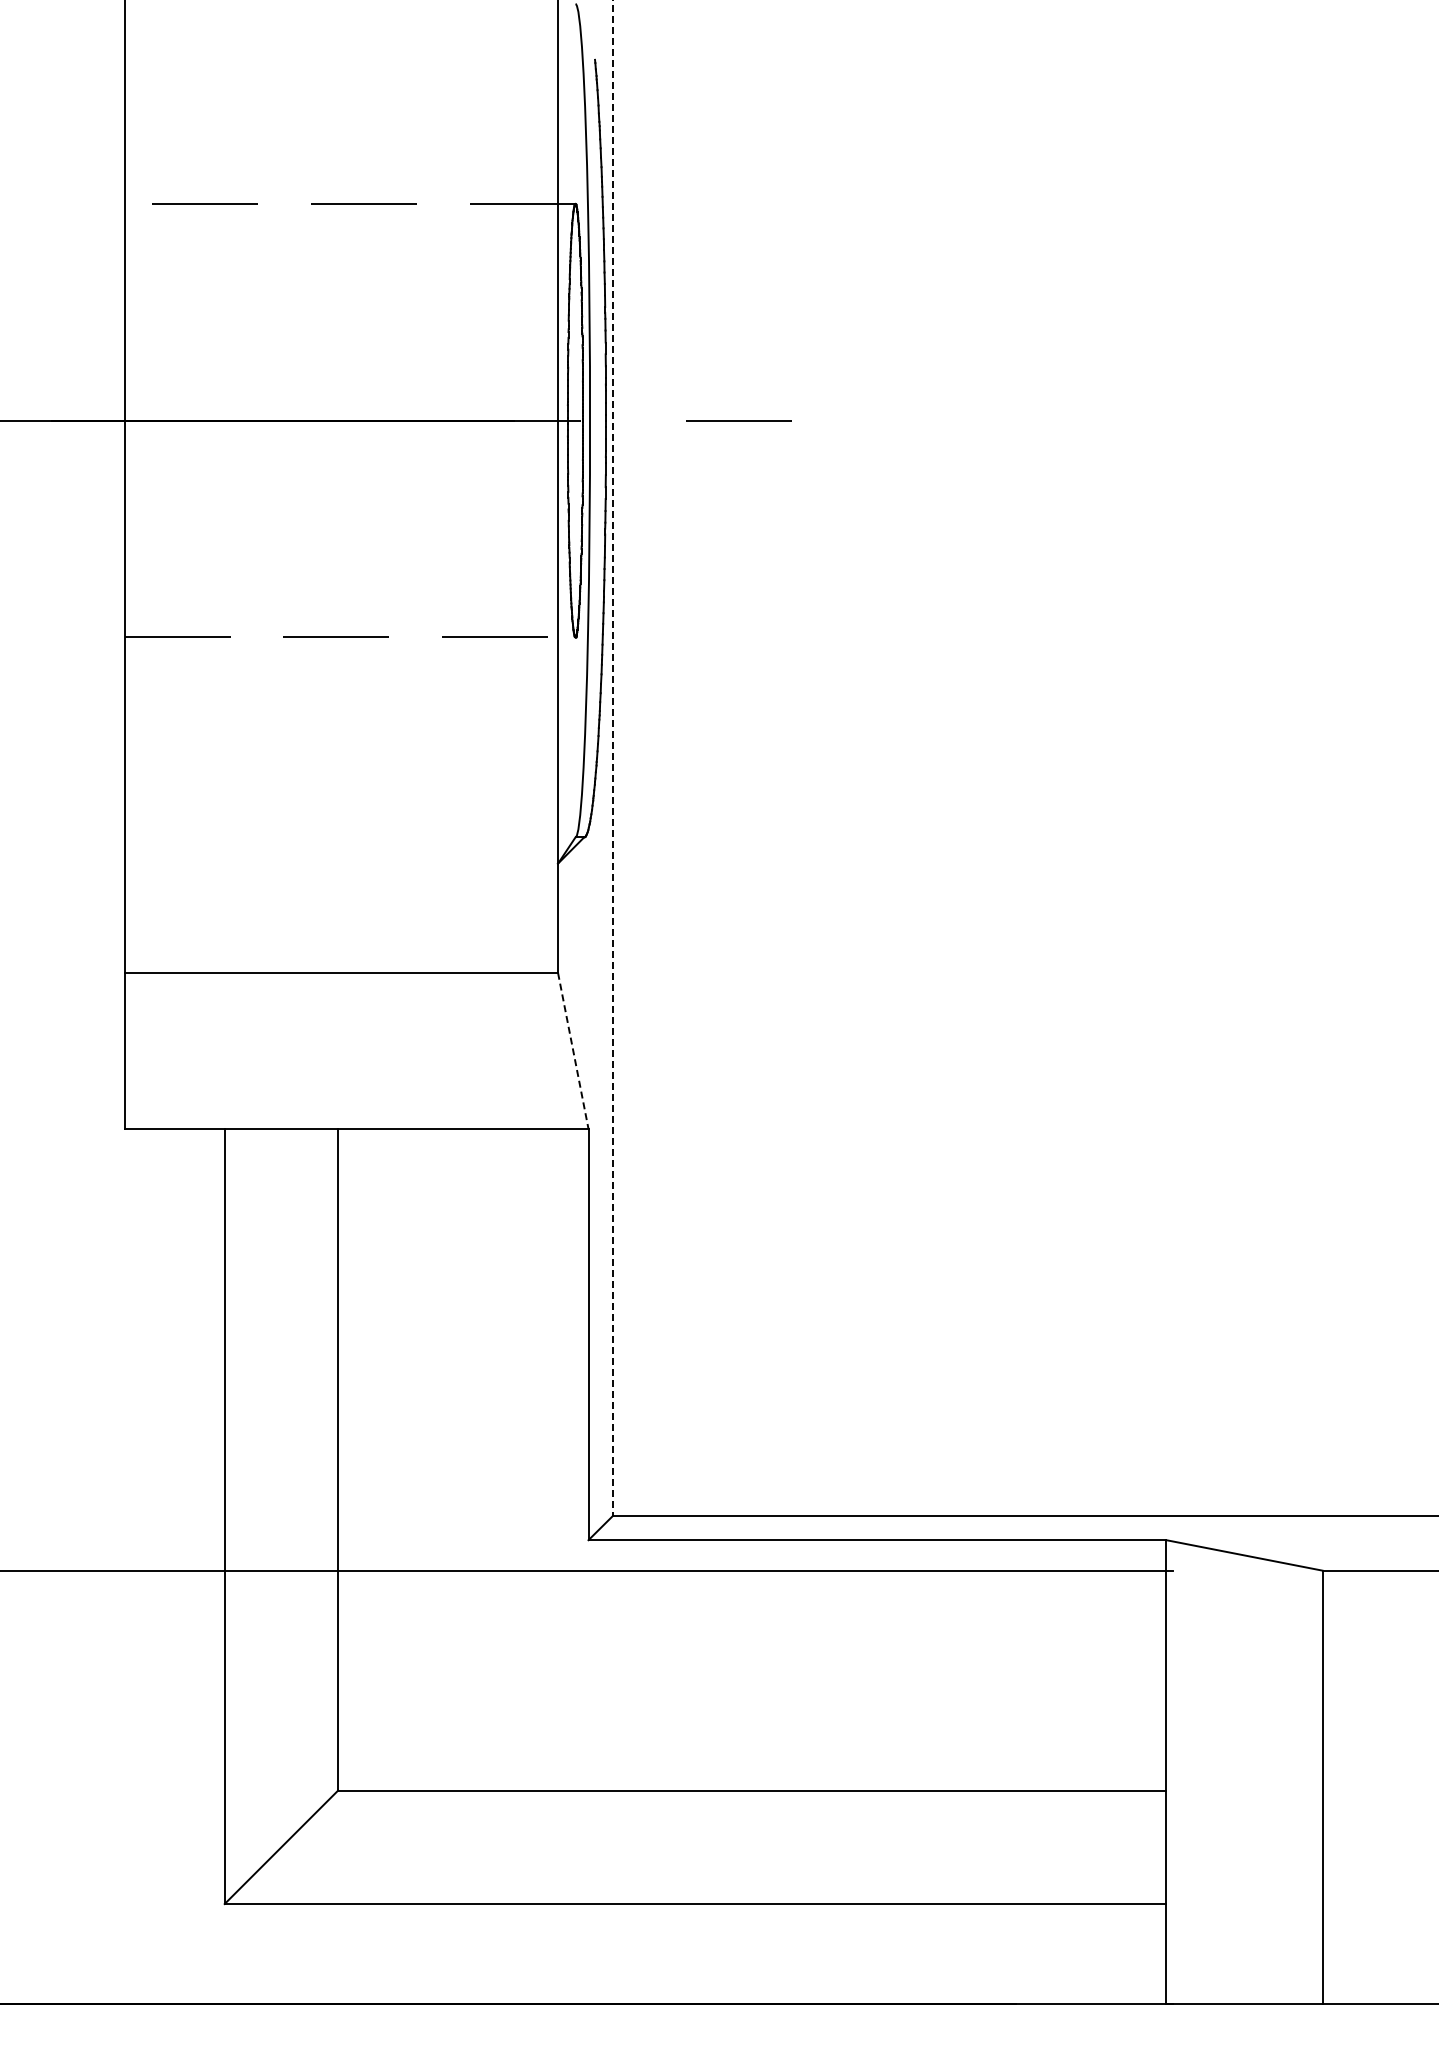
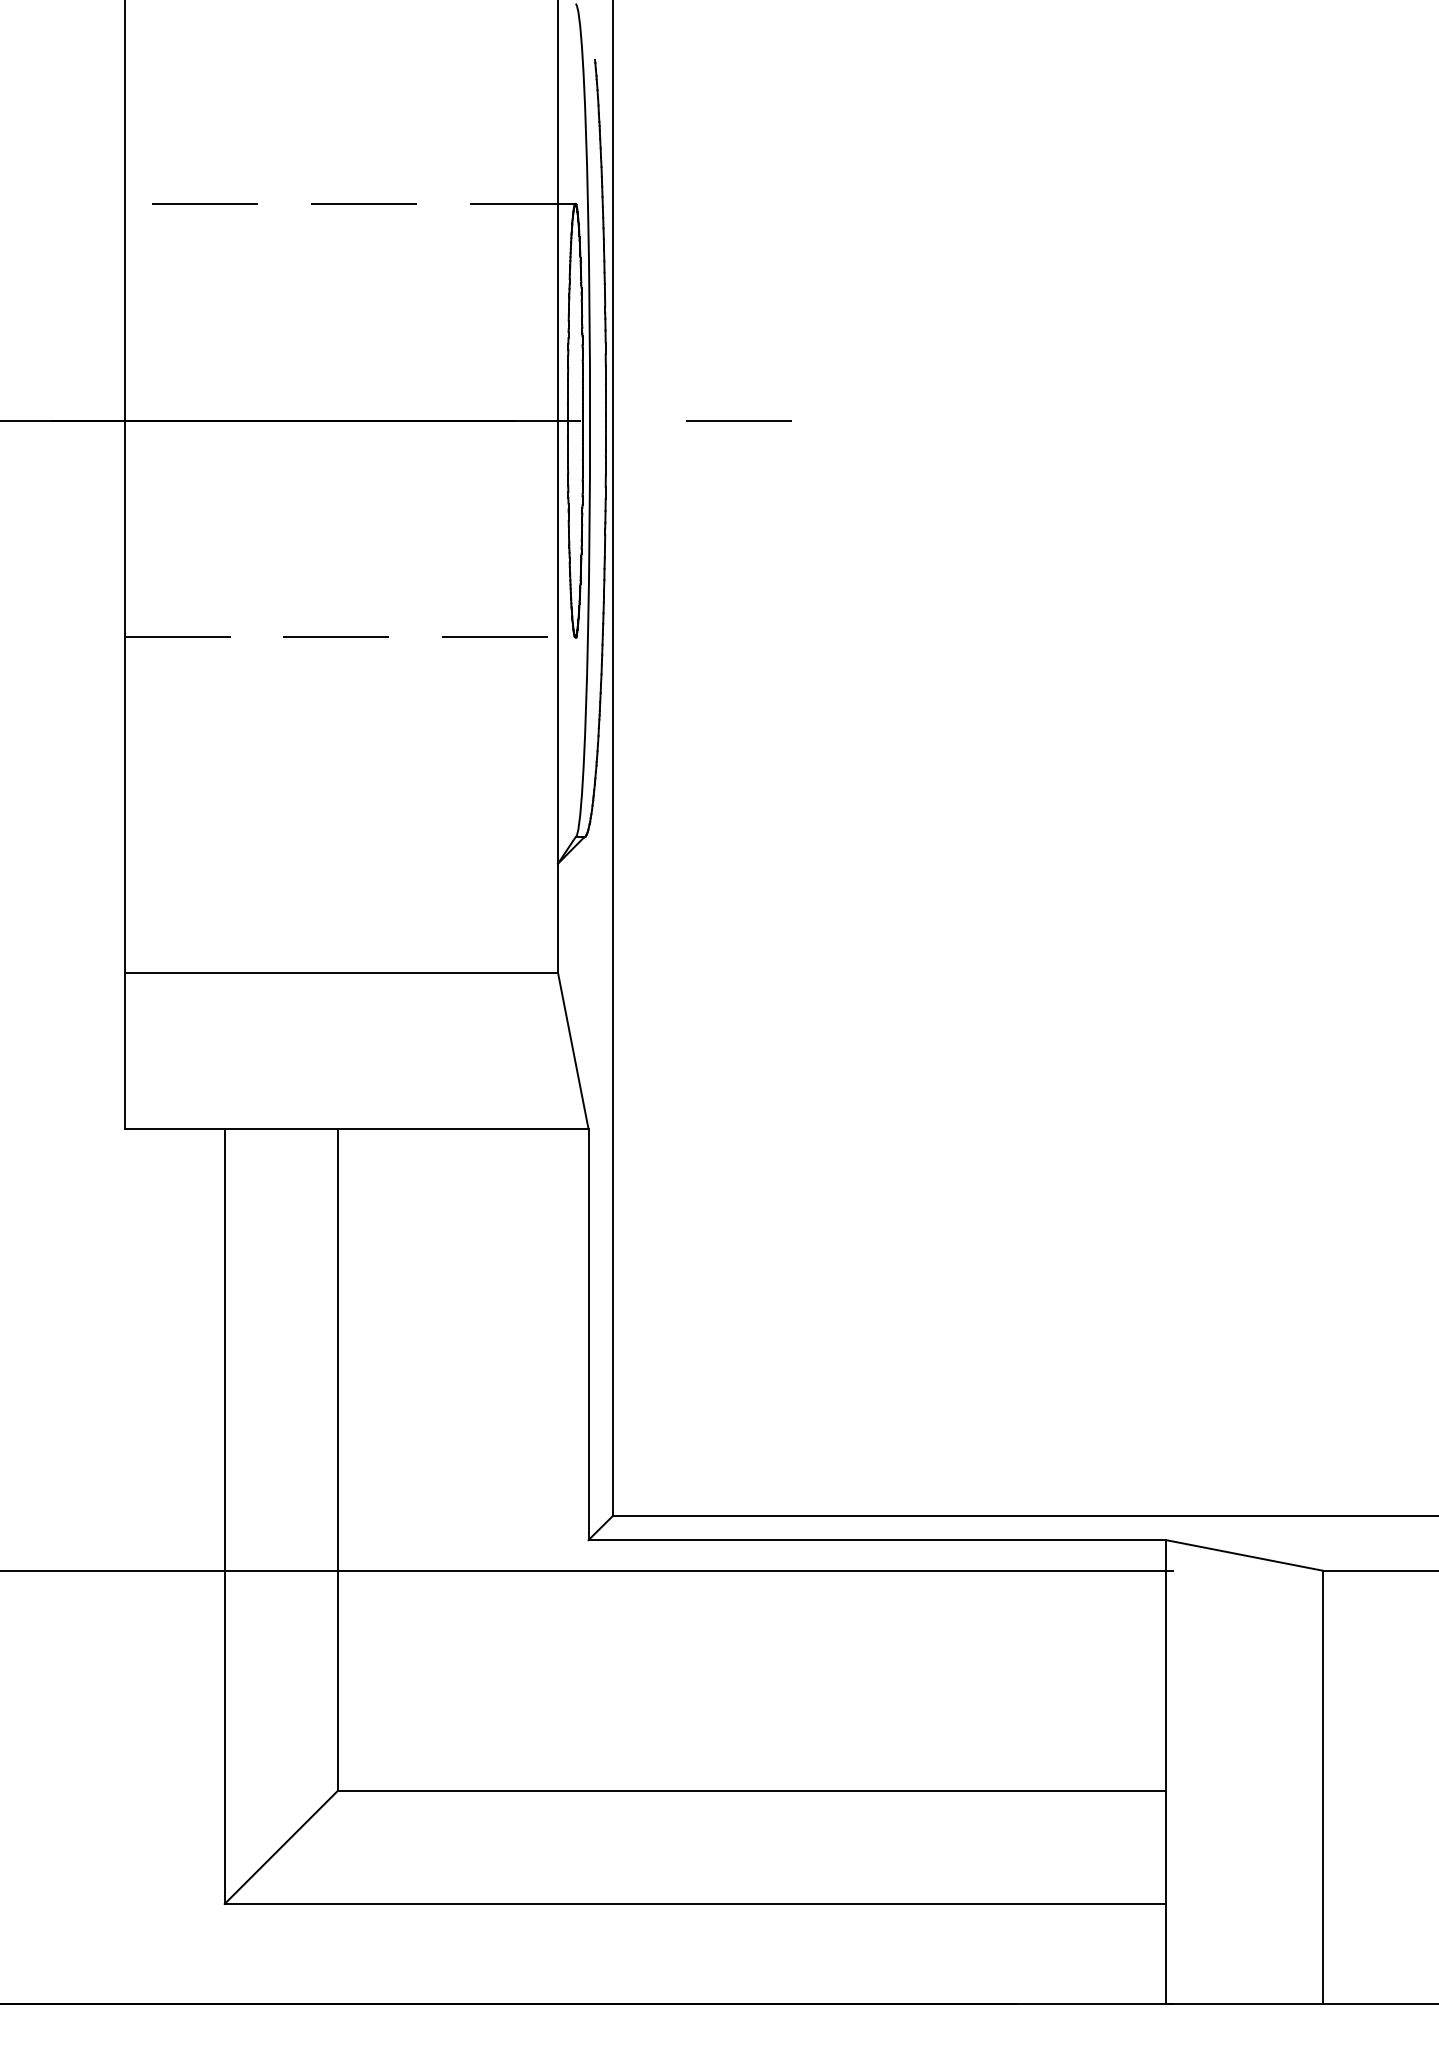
line at (612, 758): dashed -> solid
line at (573, 1050): dashed -> solid
